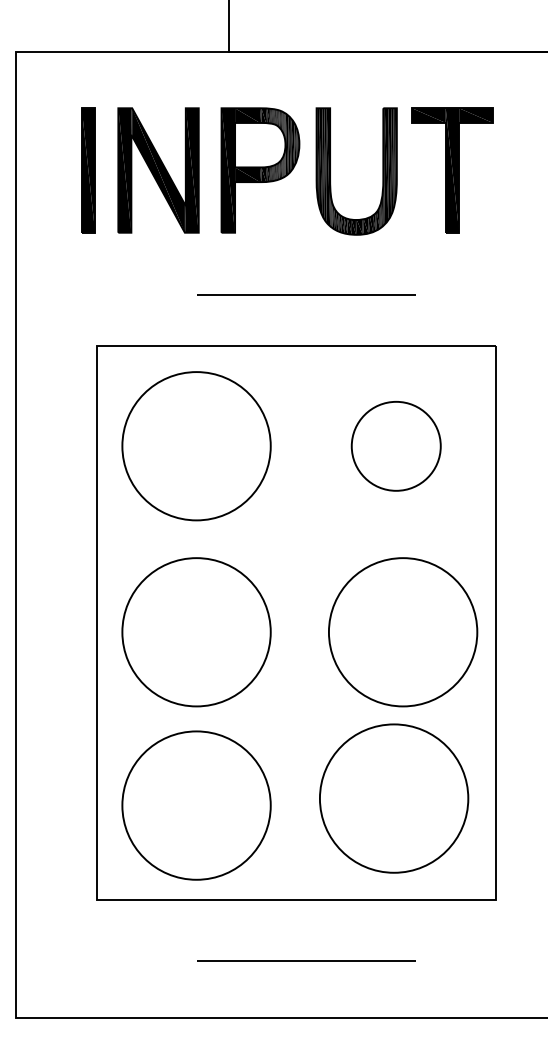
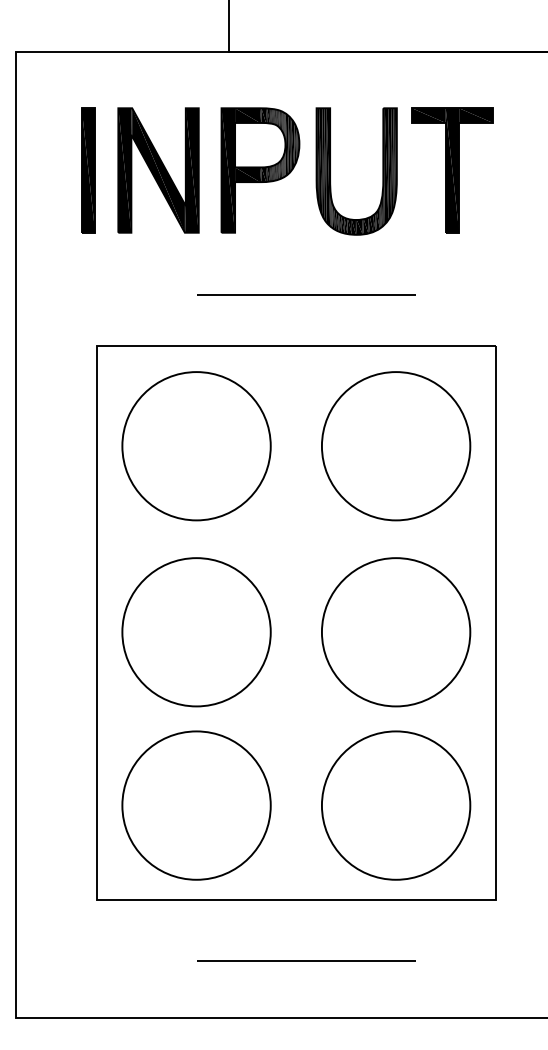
part at (395, 446) size: 92x91 px -> 151x151 px
part at (403, 632) position: (403, 632) -> (396, 632)
part at (394, 798) position: (394, 798) -> (396, 805)
